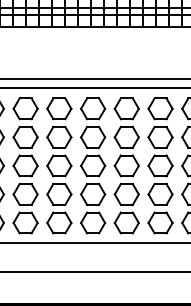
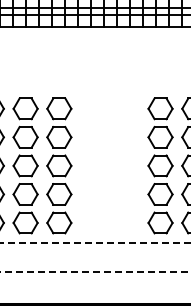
line at (94, 78): present -> none
line at (94, 87): present -> none
part at (109, 165): present -> none
line at (95, 243): solid -> dashed
line at (95, 271): solid -> dashed
